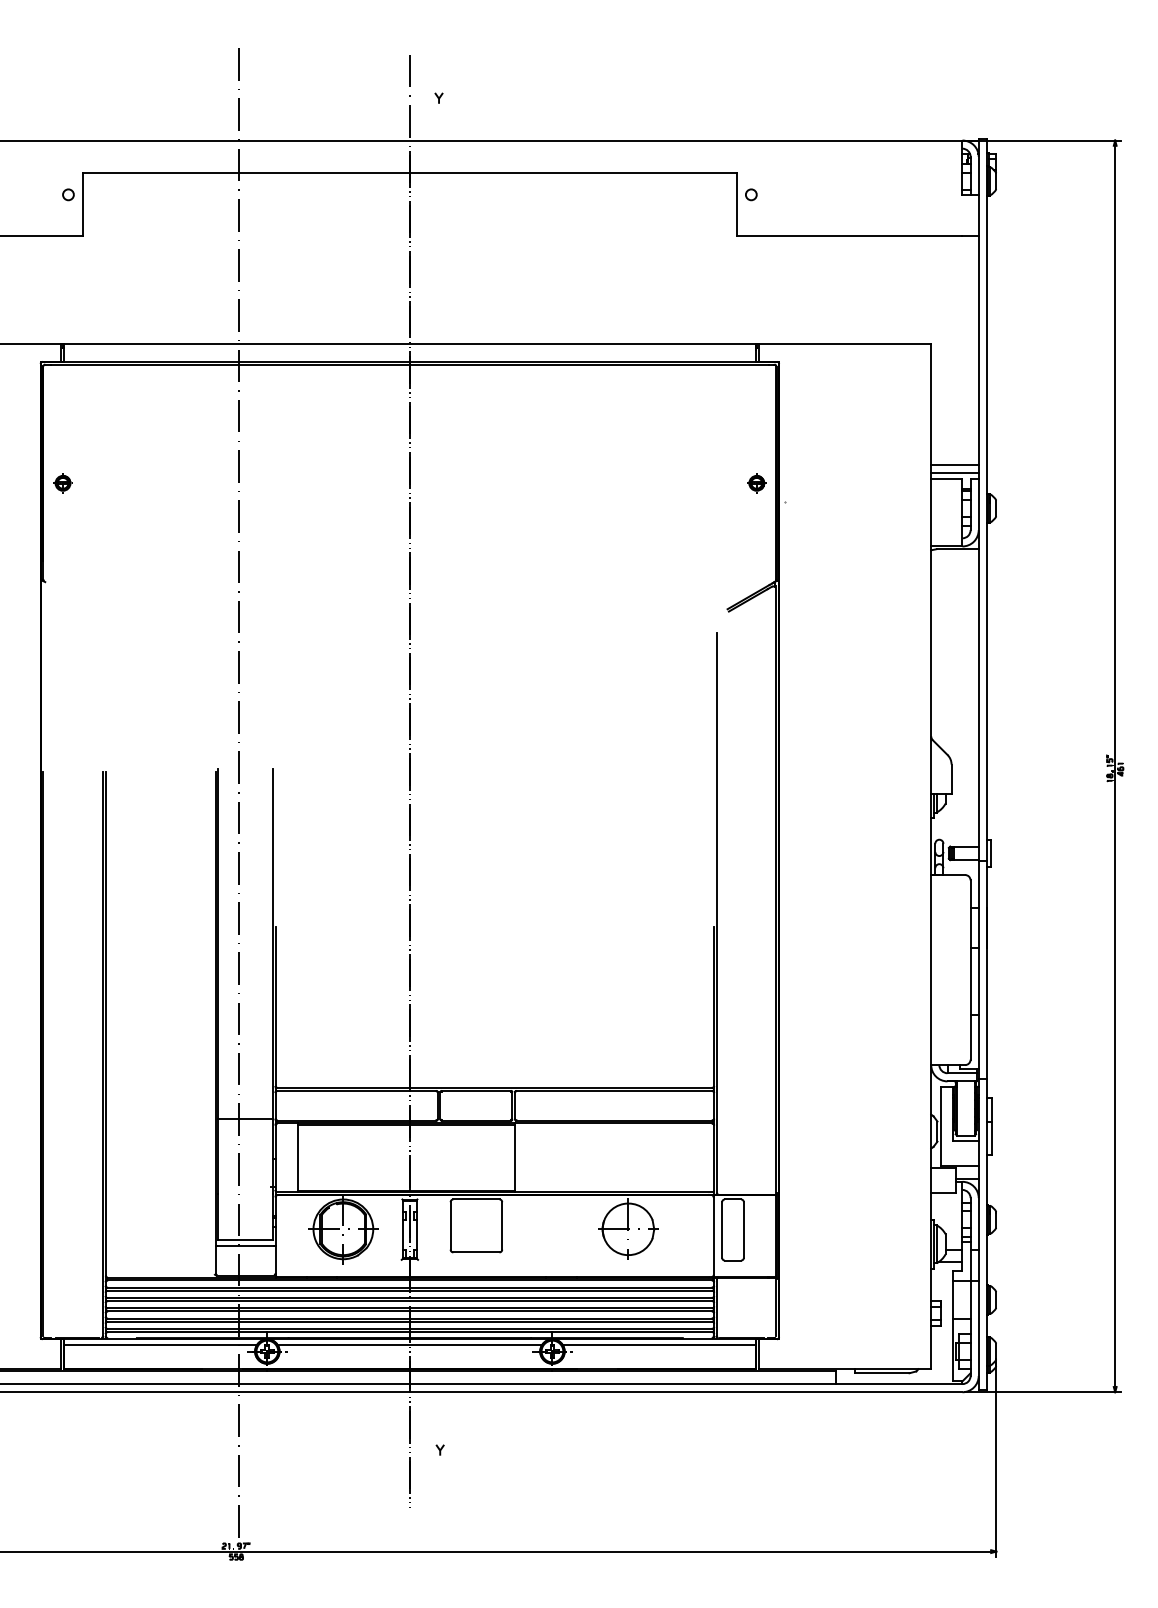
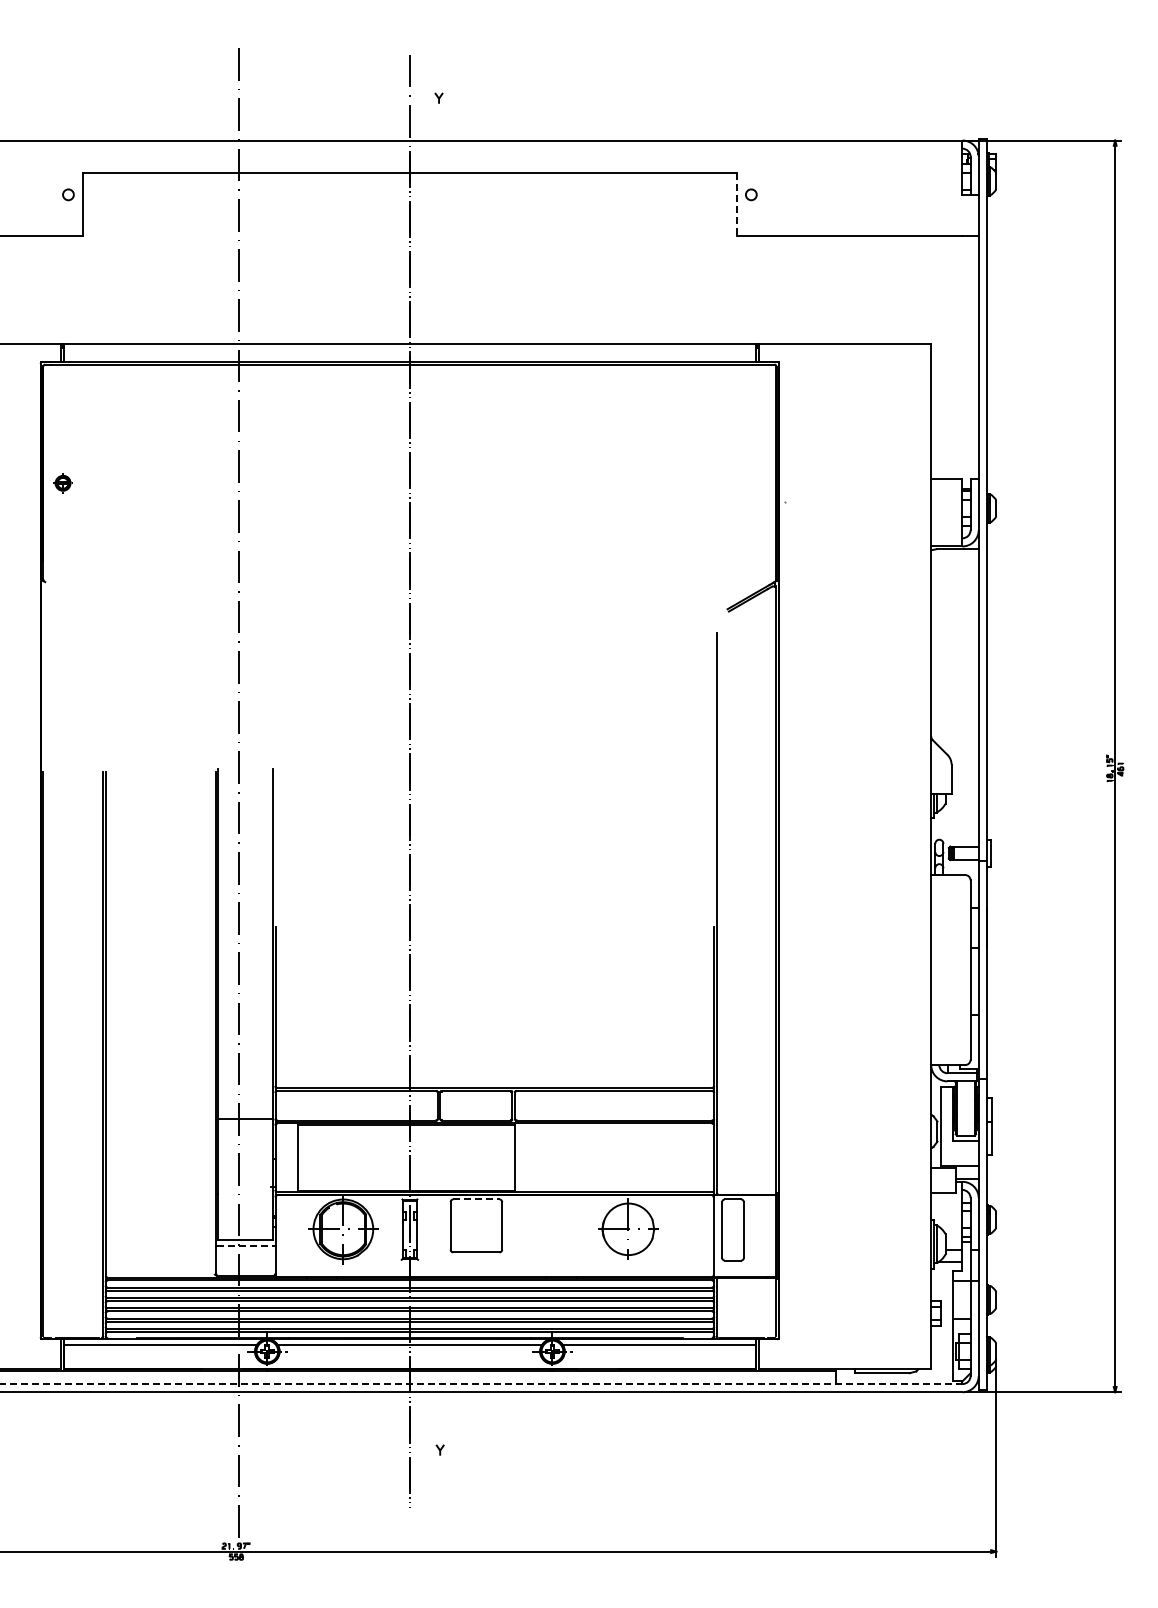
line at (737, 204): solid -> dashed
line at (954, 465): present -> none
line at (954, 473): present -> none
part at (756, 483): present -> none
line at (476, 1199): solid -> dashed
line at (245, 1245): solid -> dashed
line at (481, 1384): solid -> dashed
